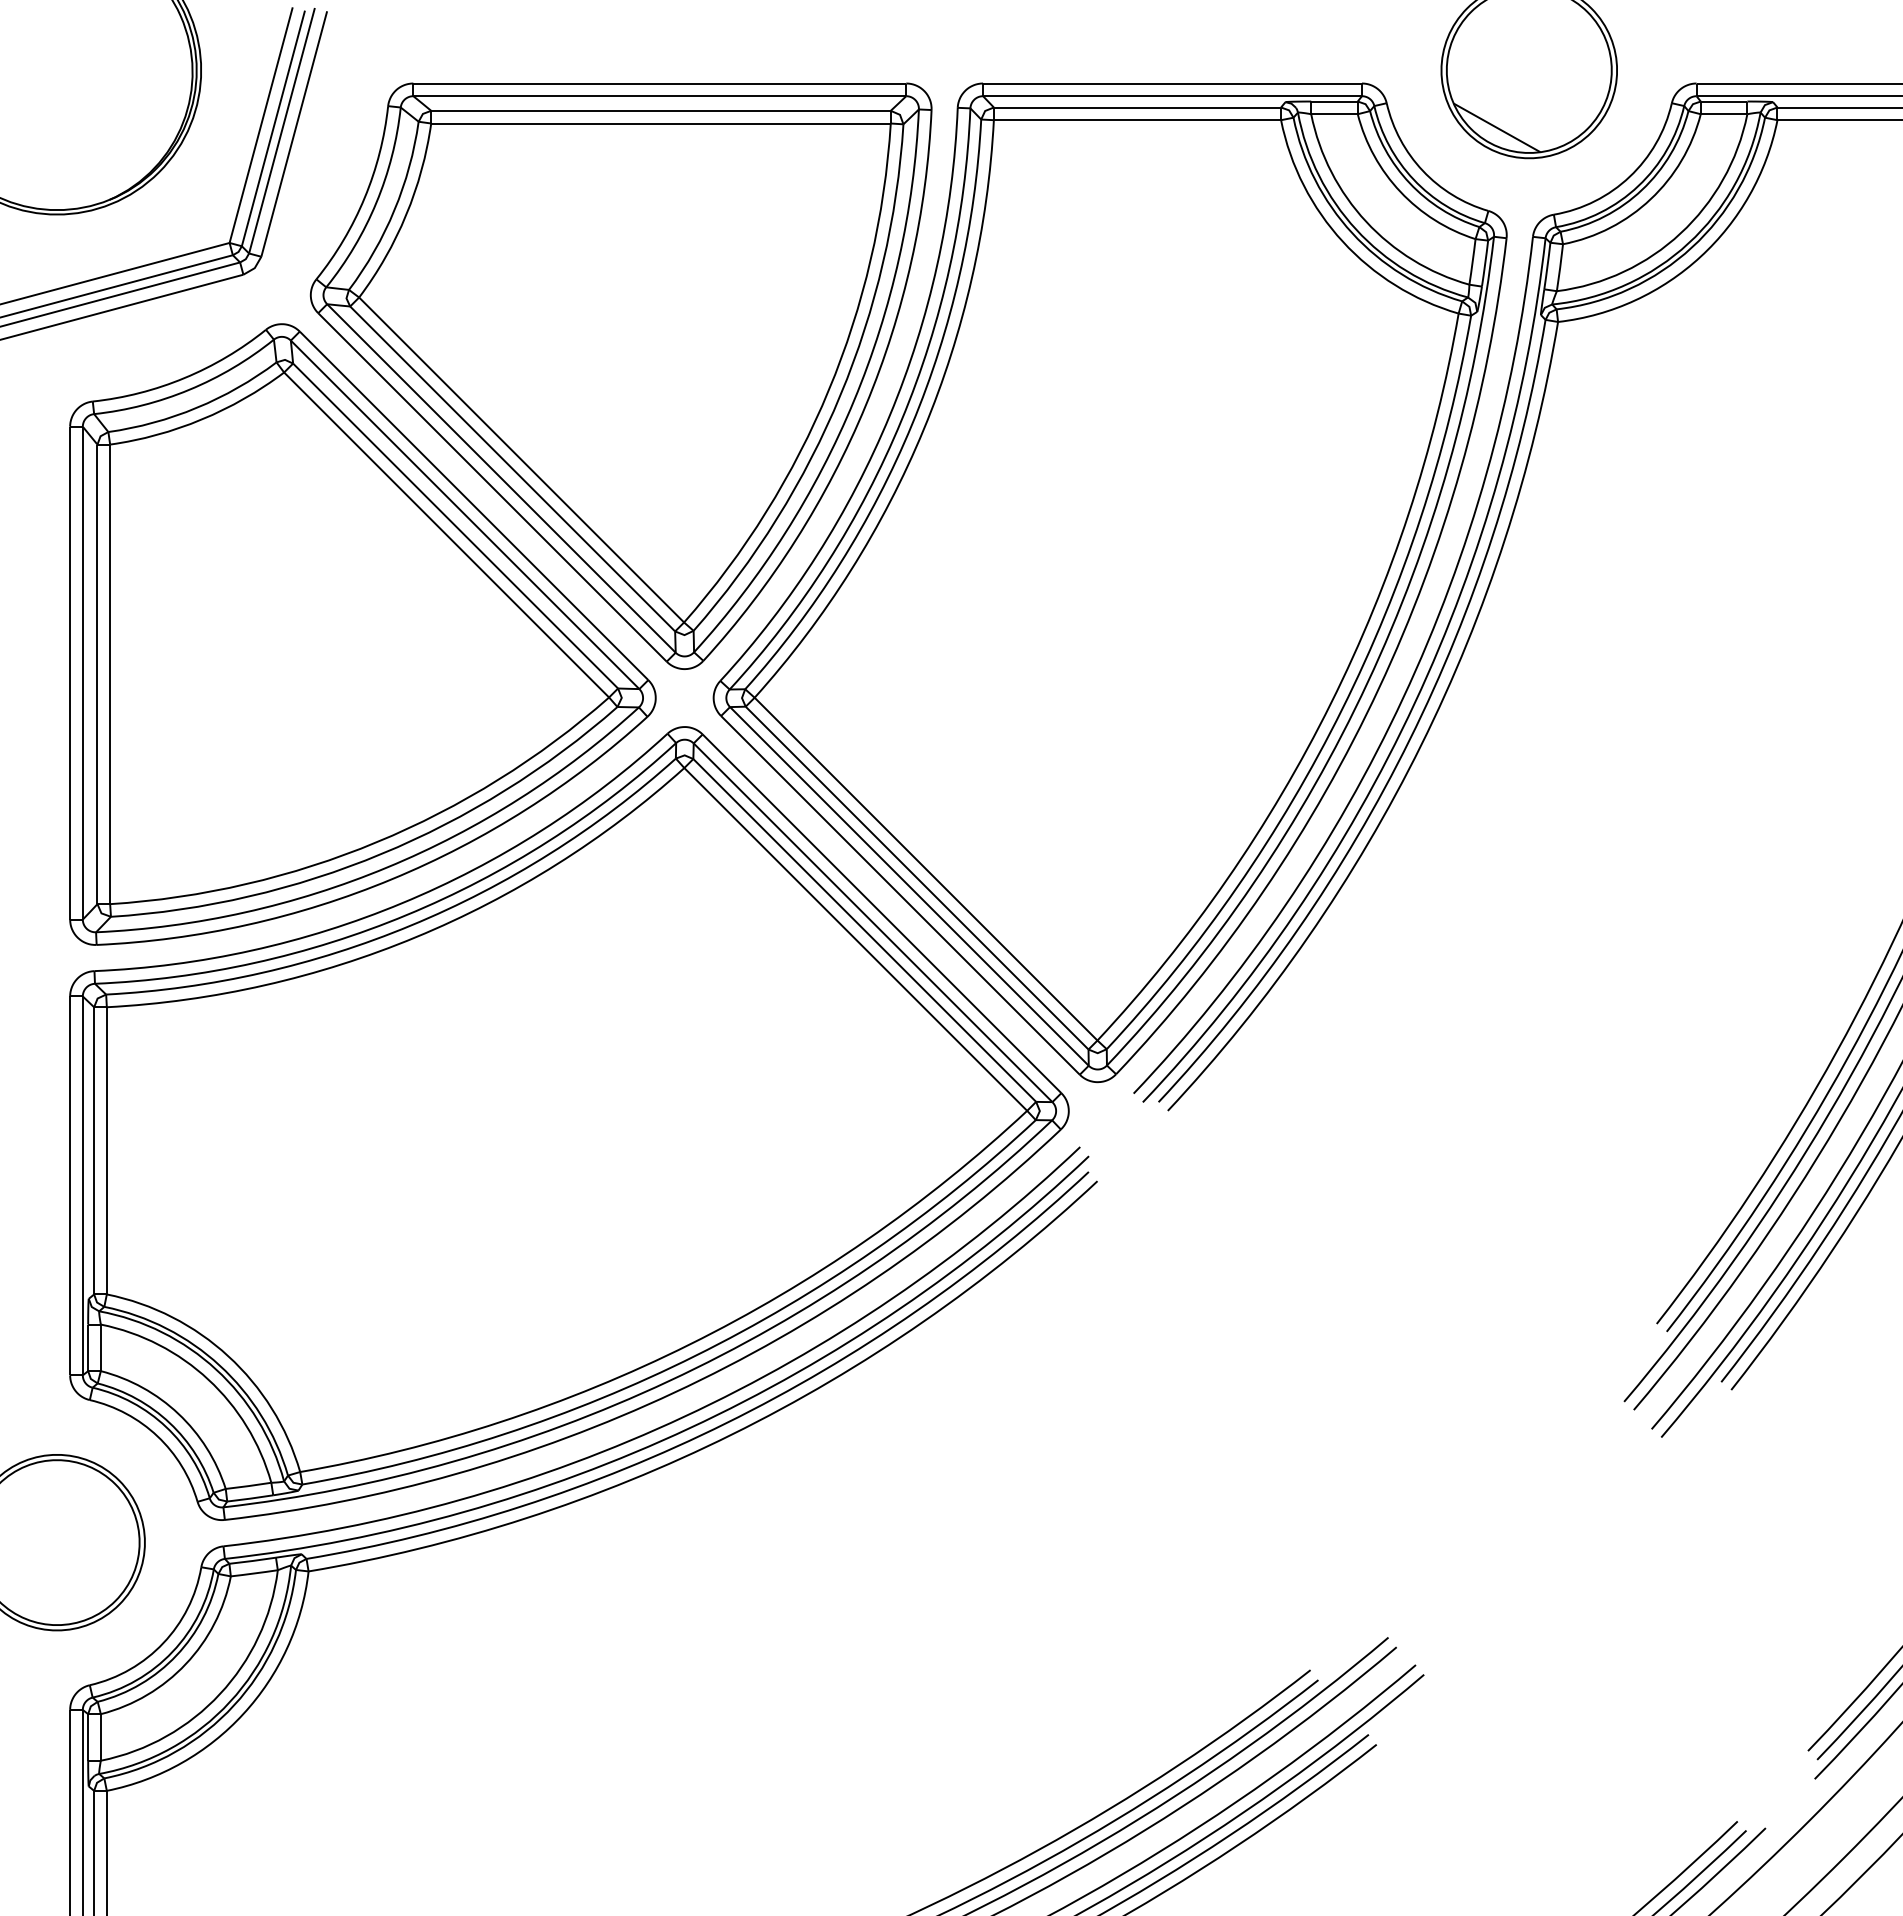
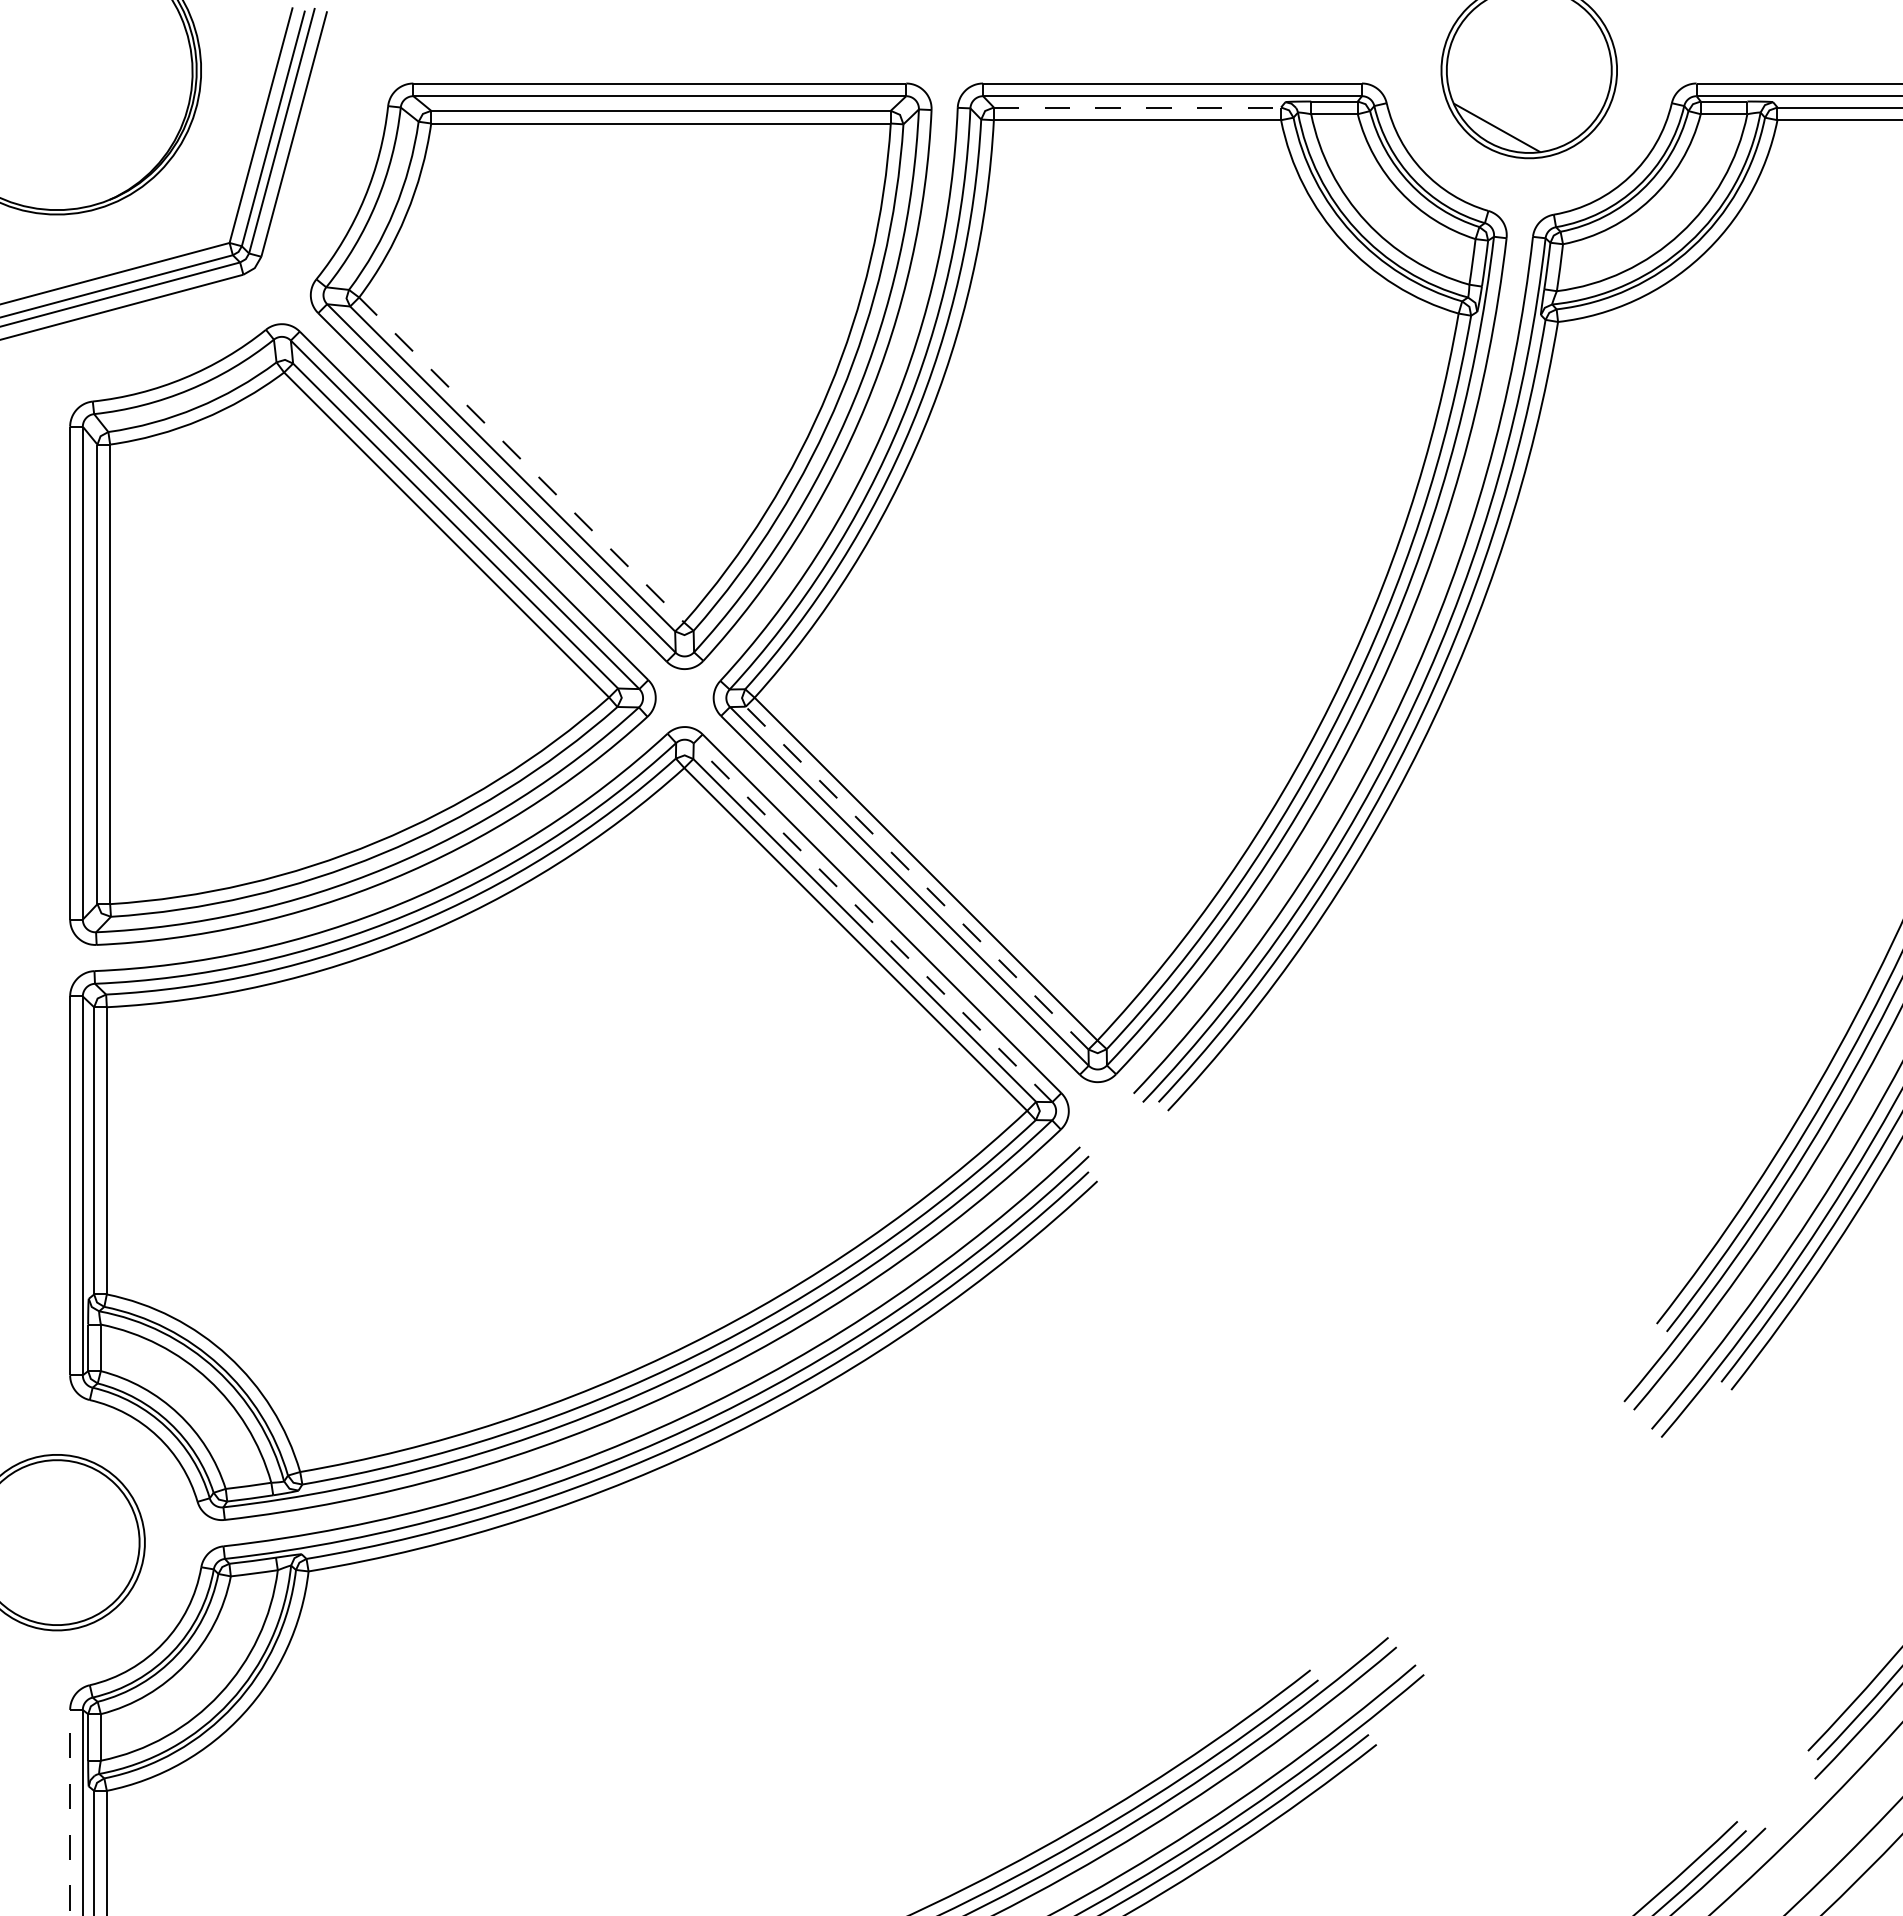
line at (1137, 107): solid -> dashed
line at (521, 460): solid -> dashed
line at (916, 877): solid -> dashed
line at (873, 922): solid -> dashed
line at (70, 1812): solid -> dashed
